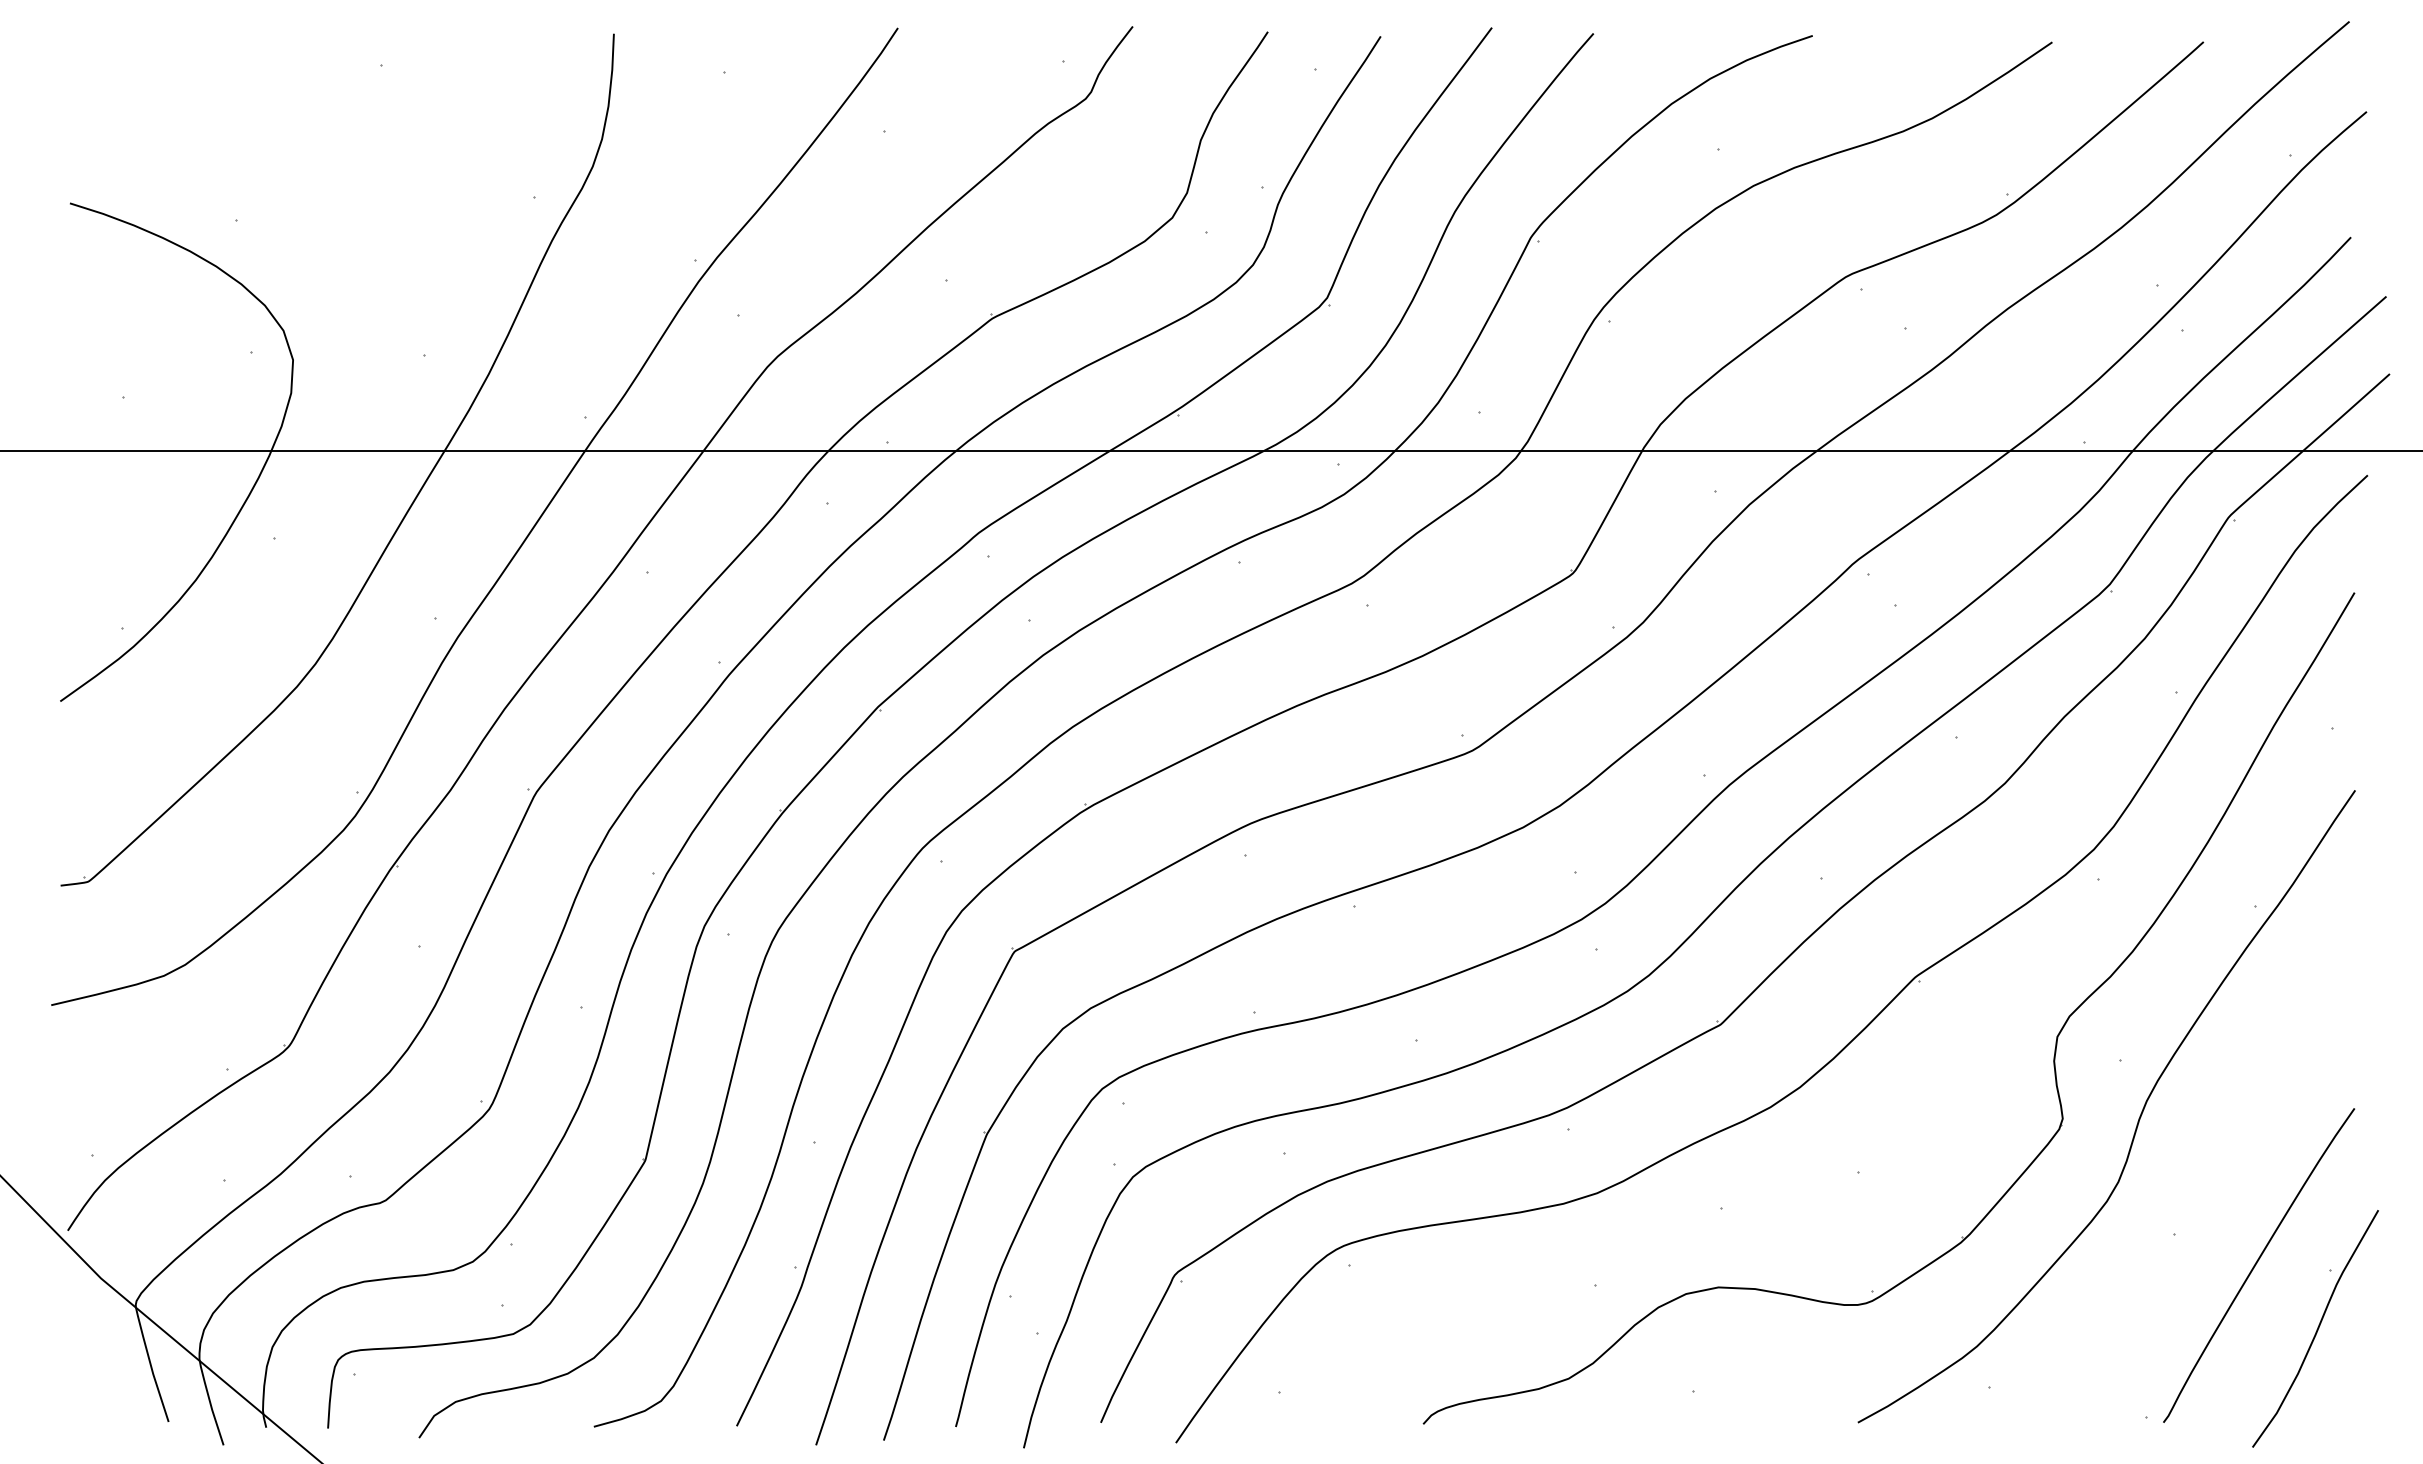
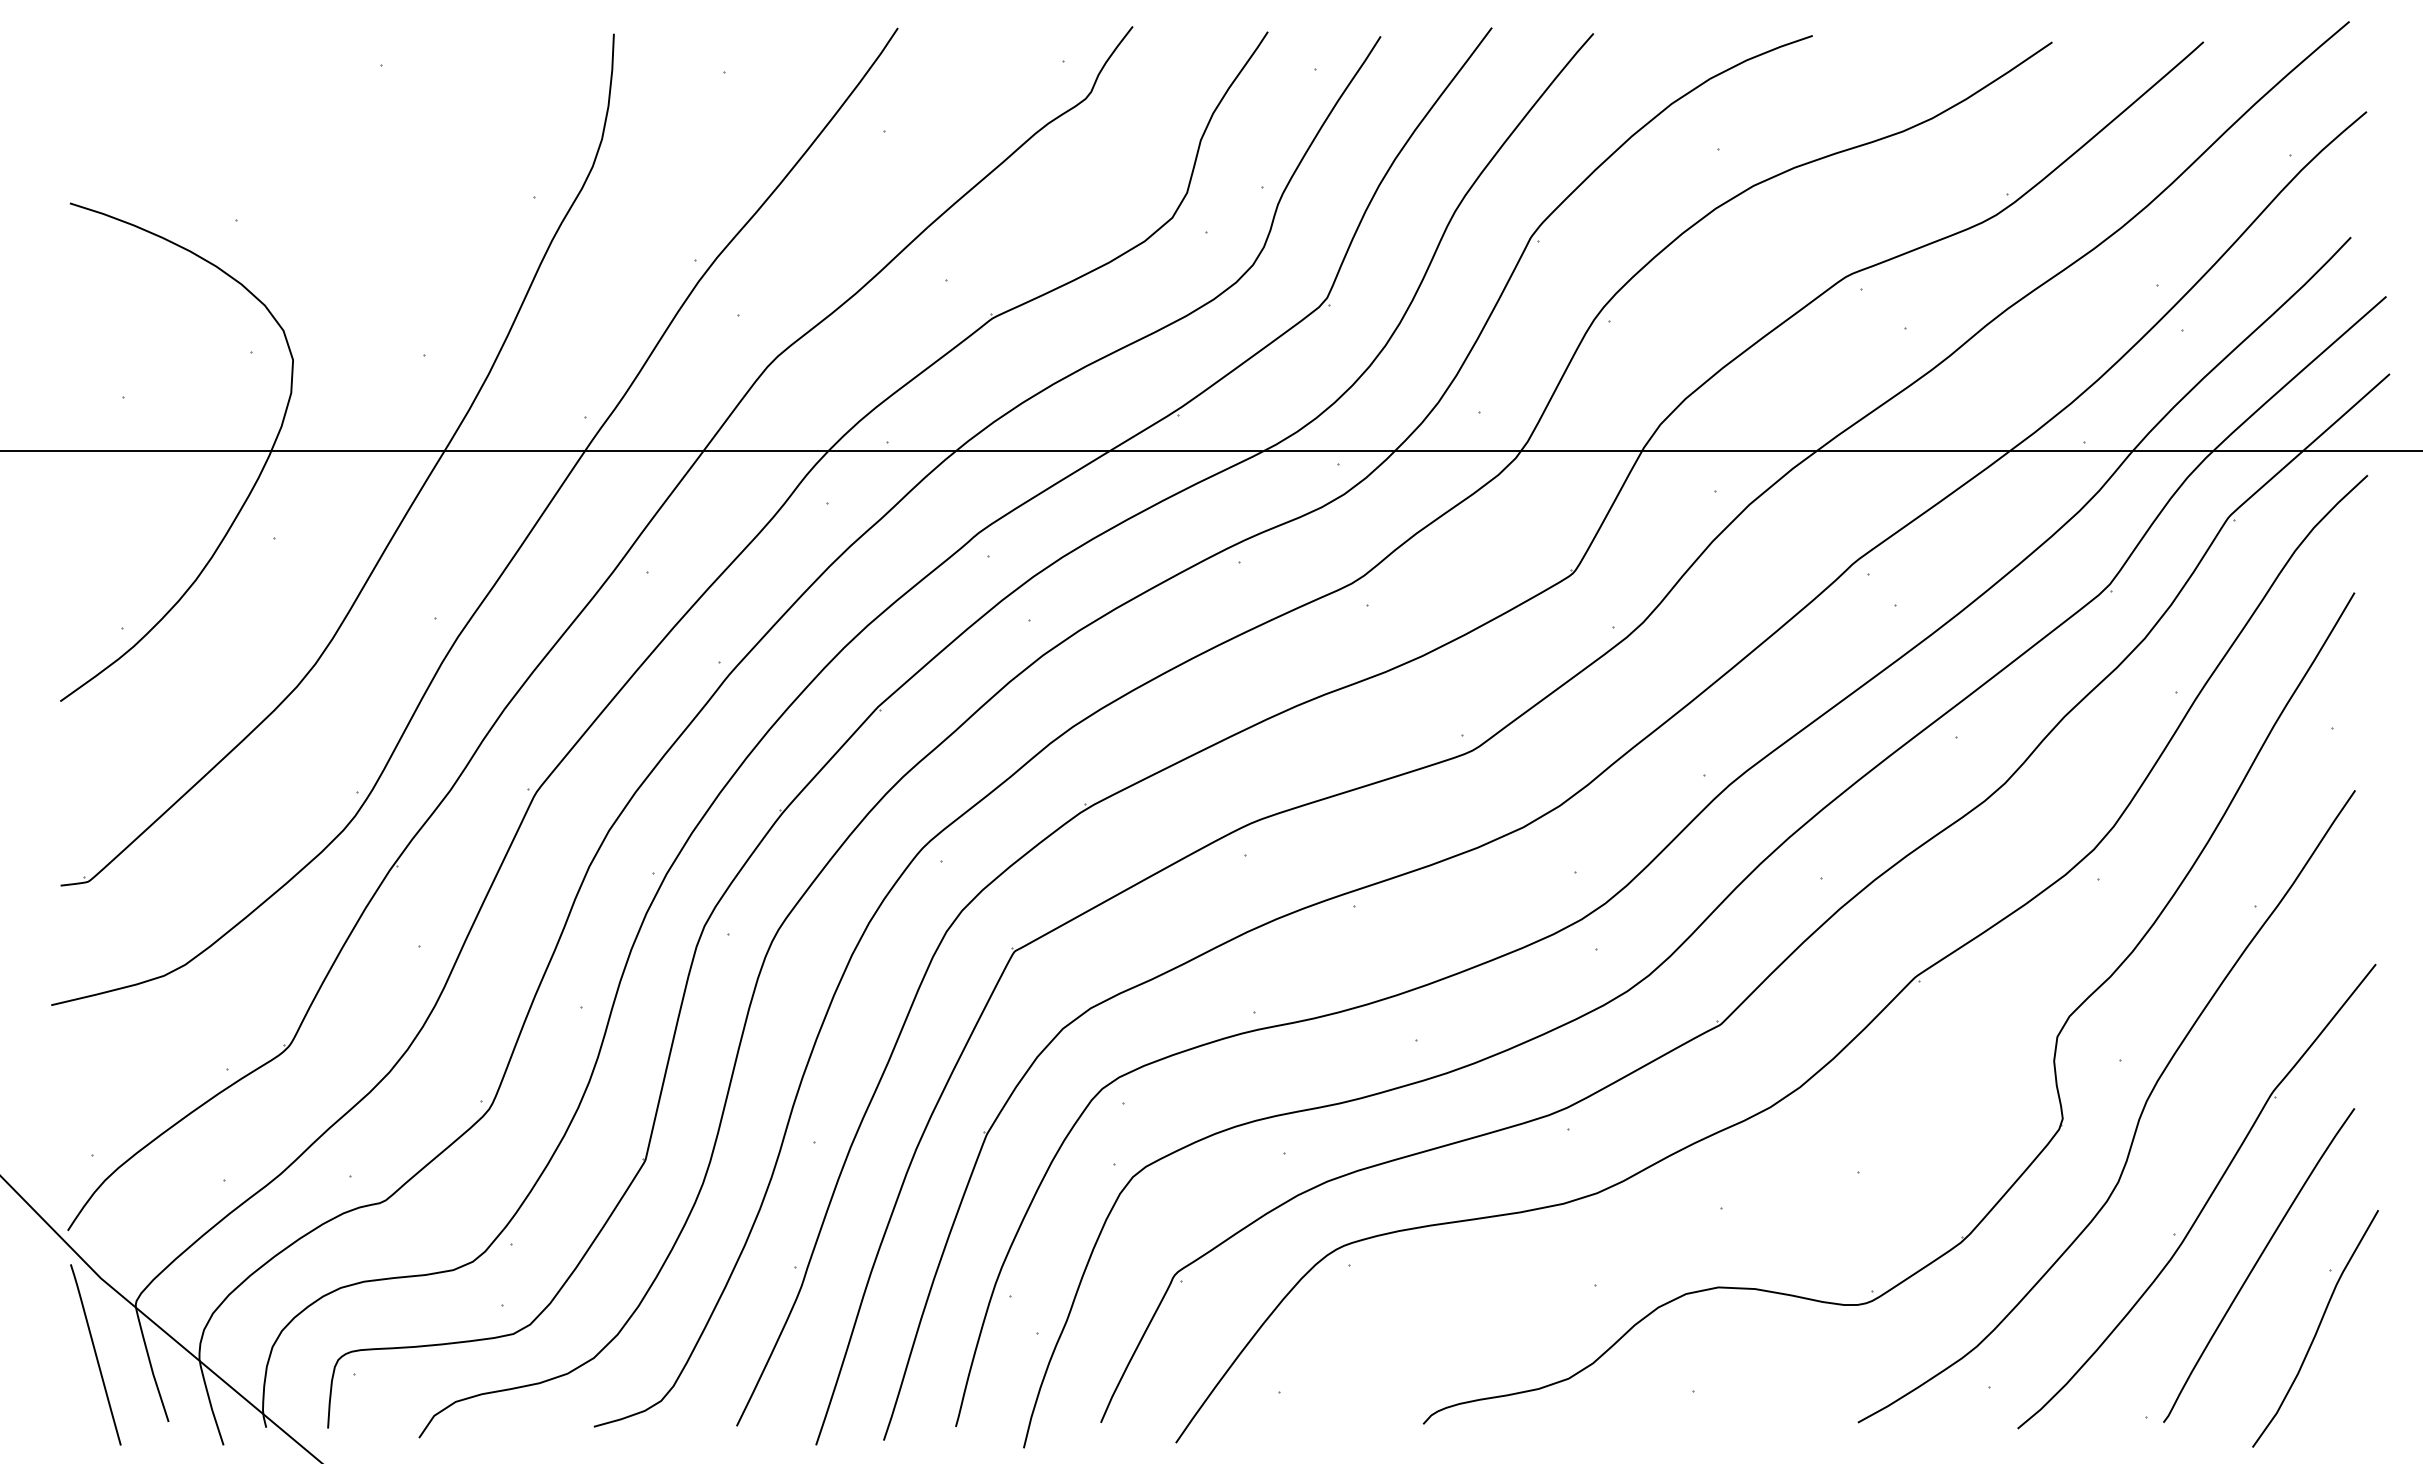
part at (2206, 1200): none -> present
line at (95, 1354): none -> present
